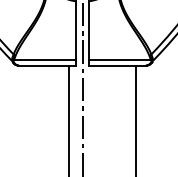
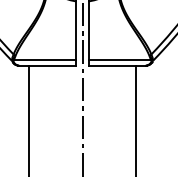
line at (69, 119) position: (69, 119) -> (29, 119)
